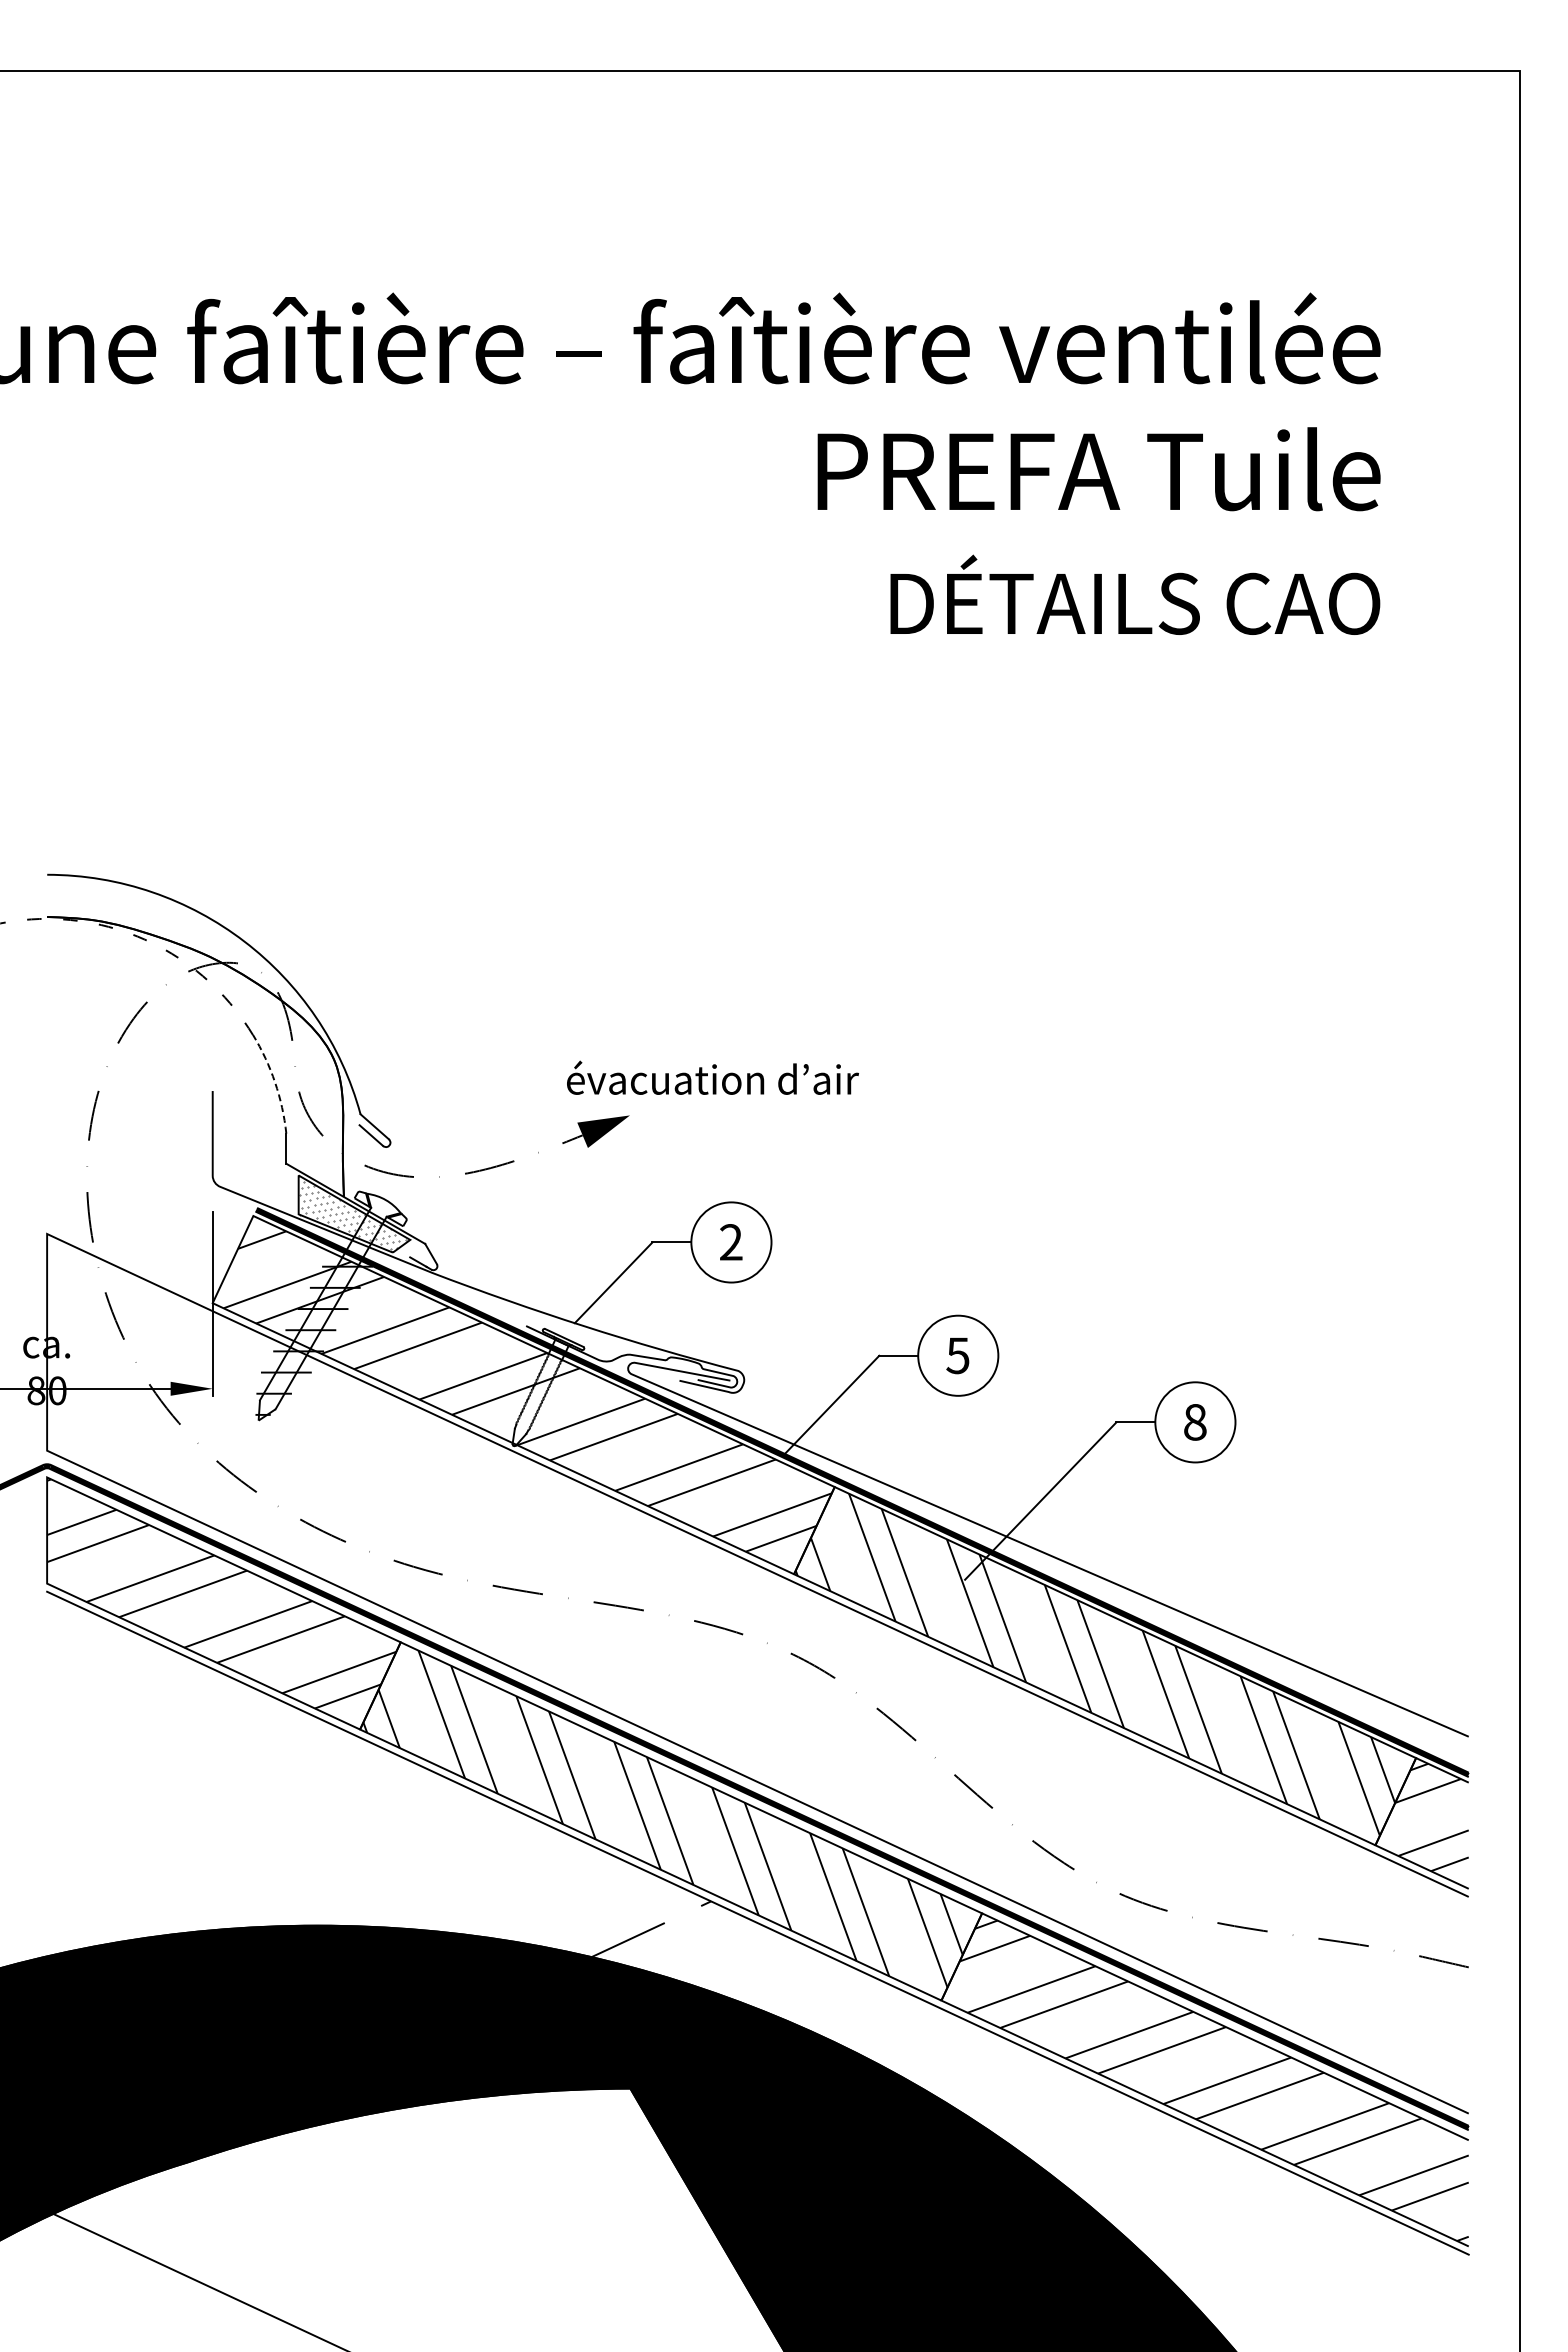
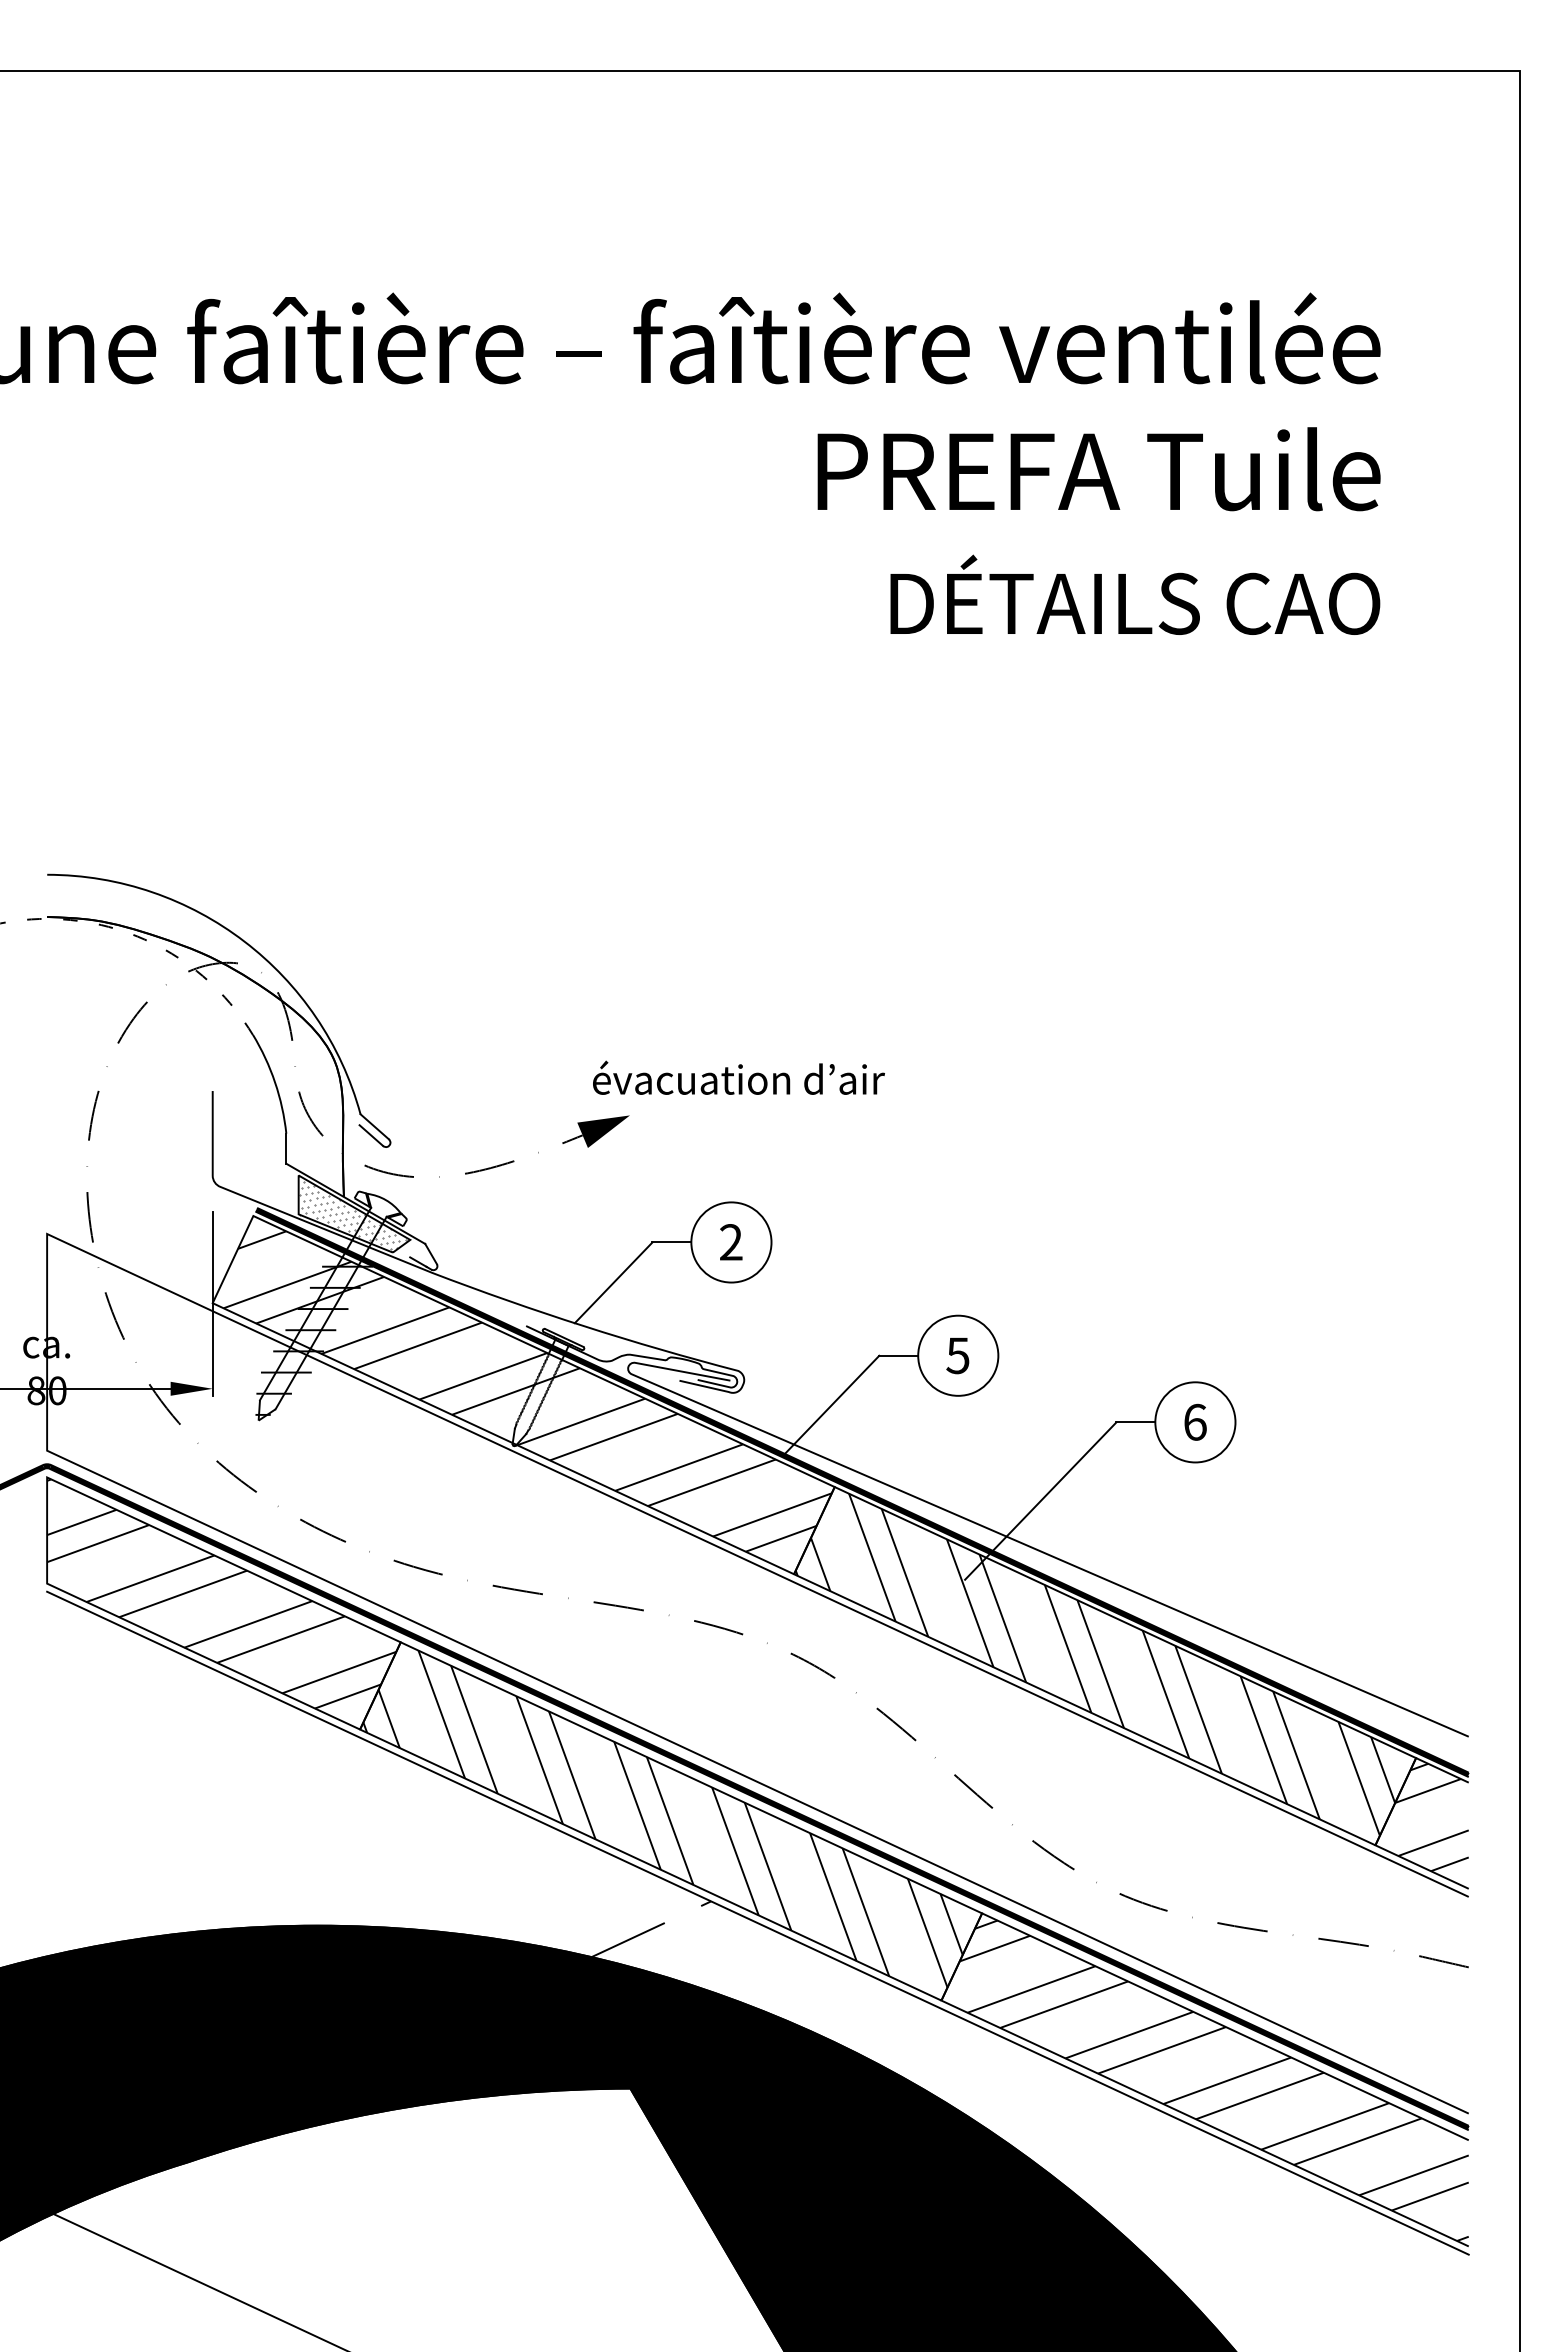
text at (712, 1077) position: (712, 1077) -> (738, 1077)
arc at (275, 1082): dashed -> solid
text at (1195, 1421): 8 -> 6
